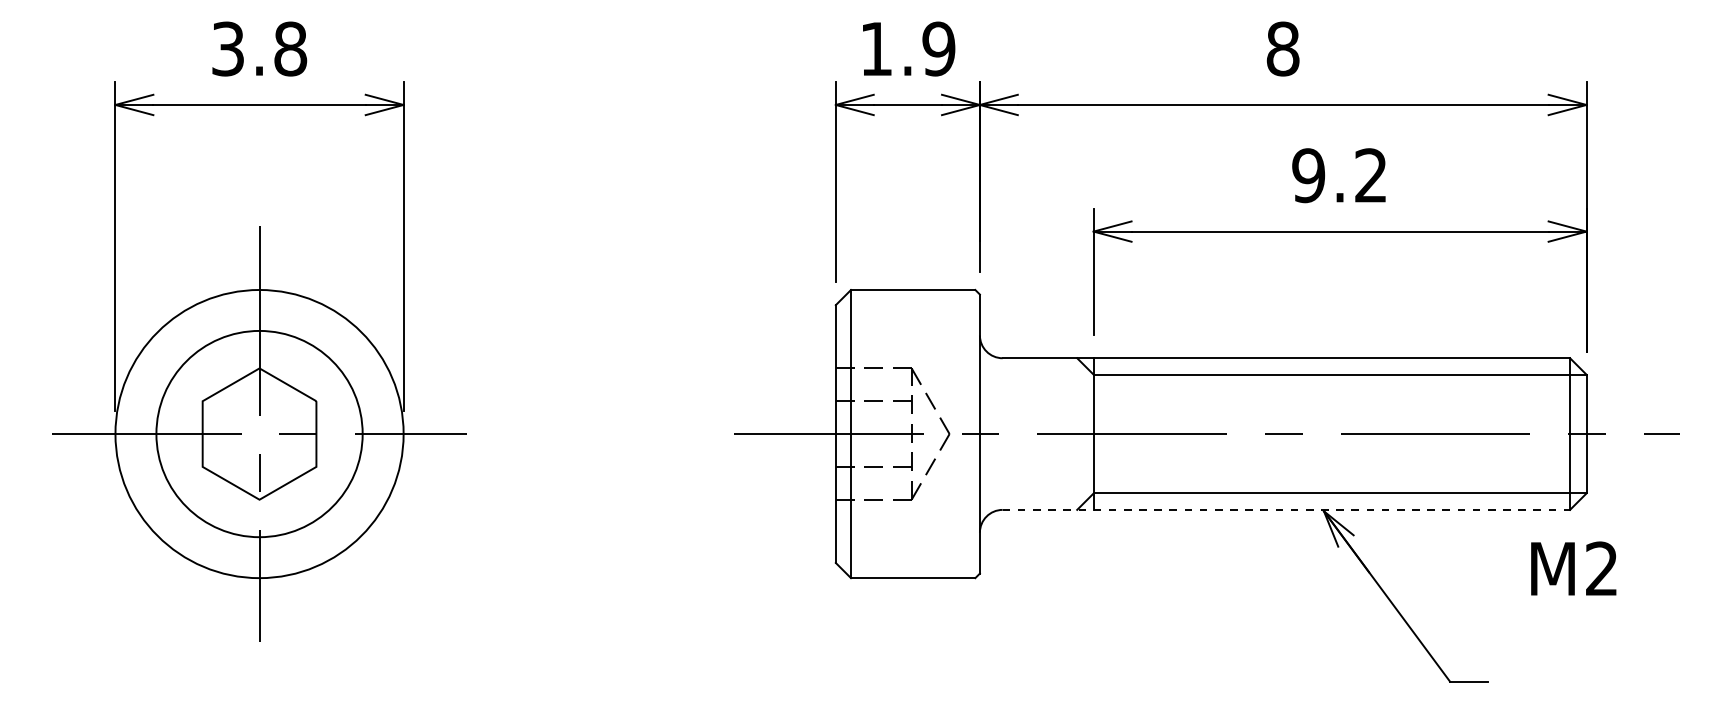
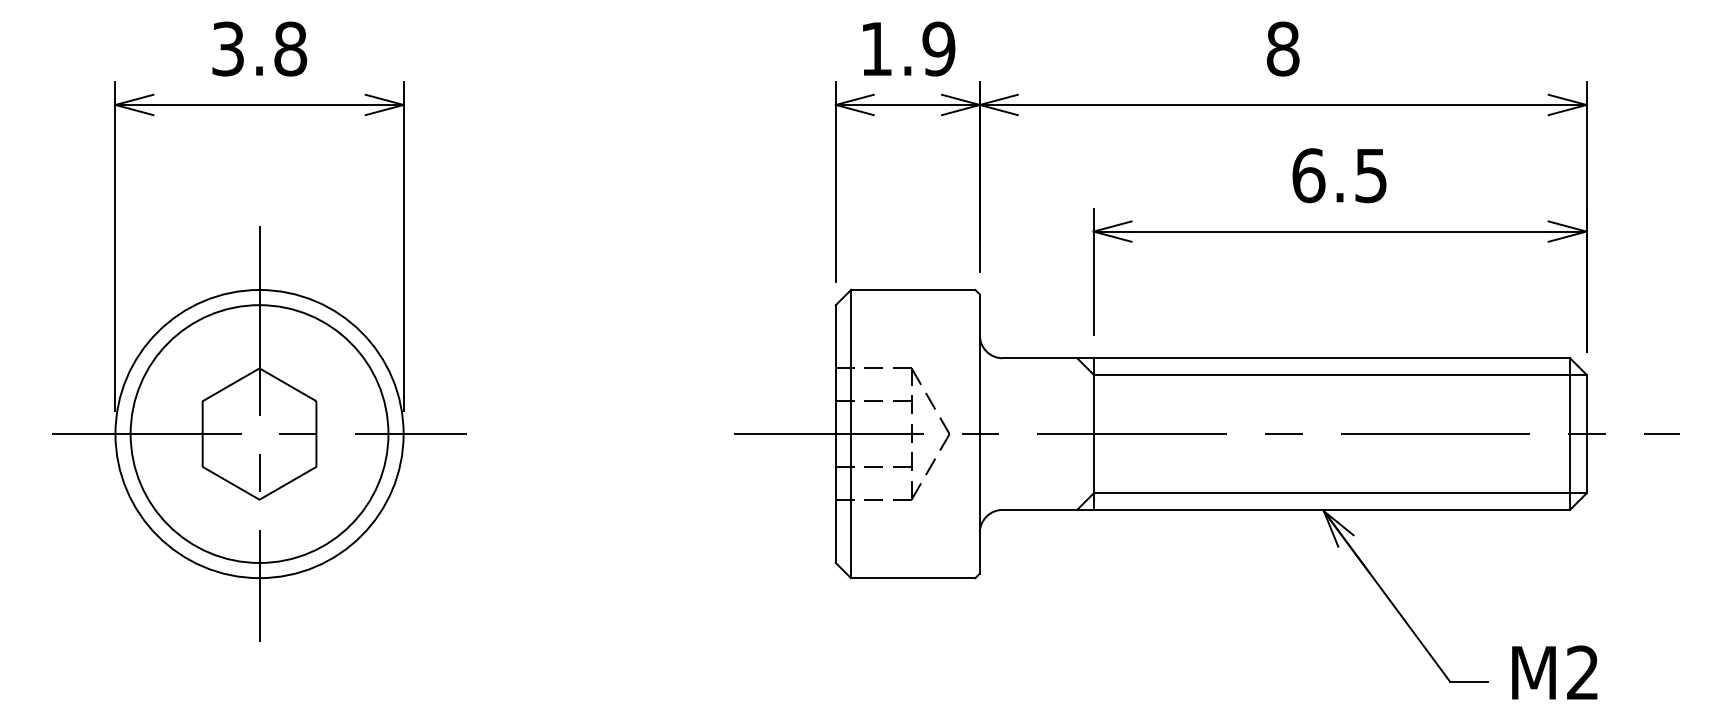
text at (1339, 175): 9.2 -> 6.5
circle at (259, 433) diameter: 206 px -> 258 px
line at (1286, 509): dashed -> solid
text at (1573, 568) position: (1573, 568) -> (1554, 672)
